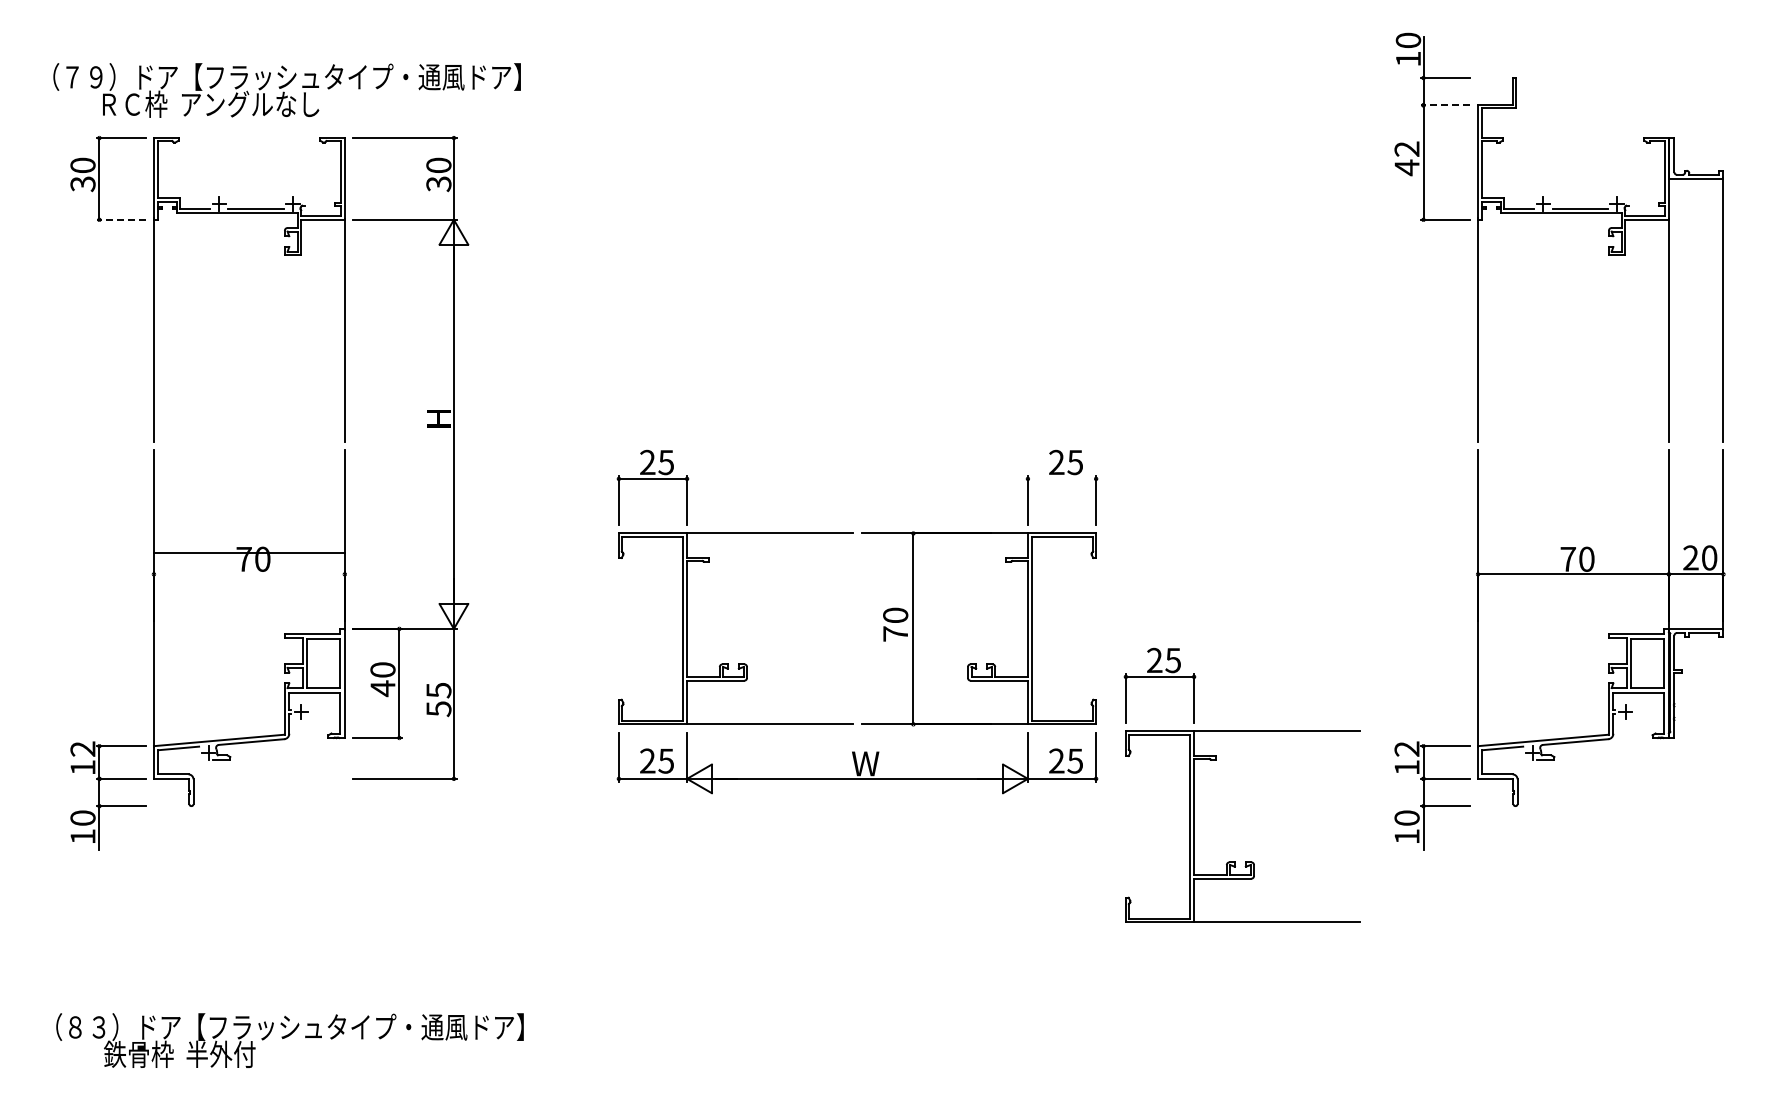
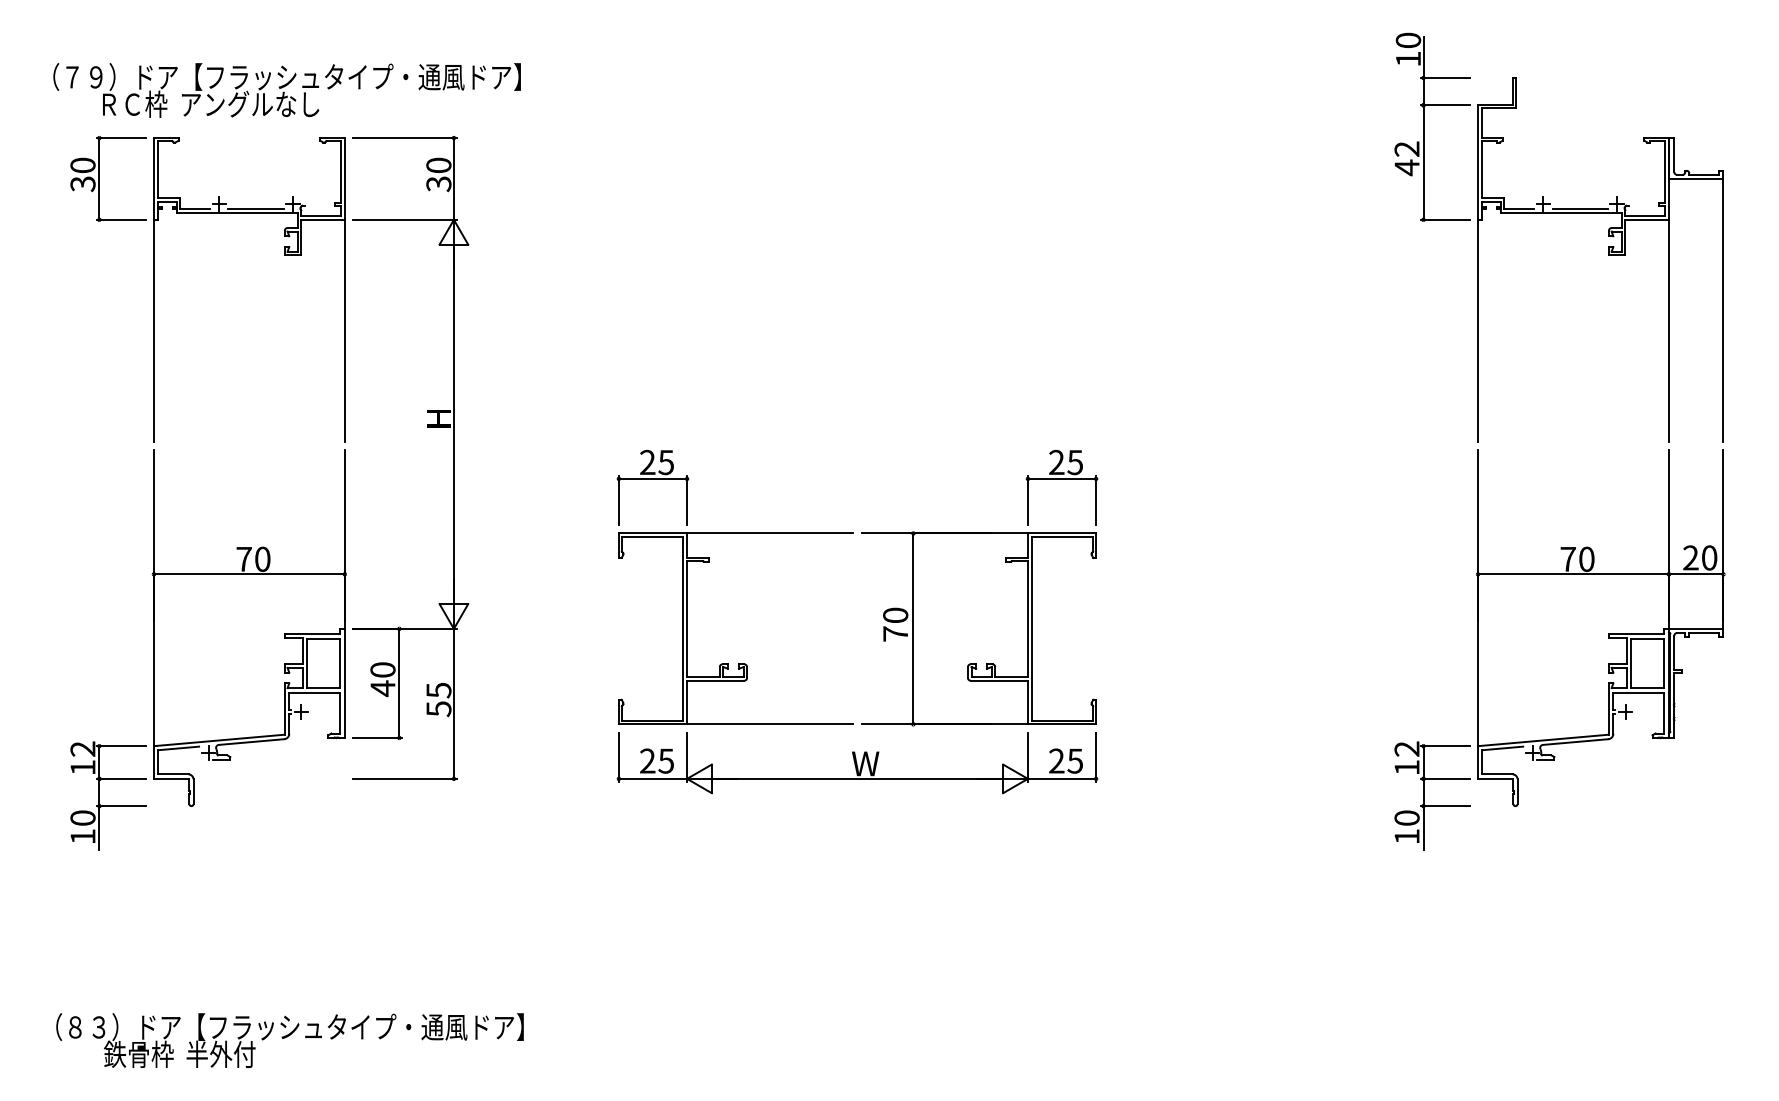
line at (1445, 105): dashed -> solid
line at (121, 219): dashed -> solid
line at (1061, 478): none -> present
line at (248, 553) position: (248, 553) -> (248, 574)
part at (1216, 760): present -> none
